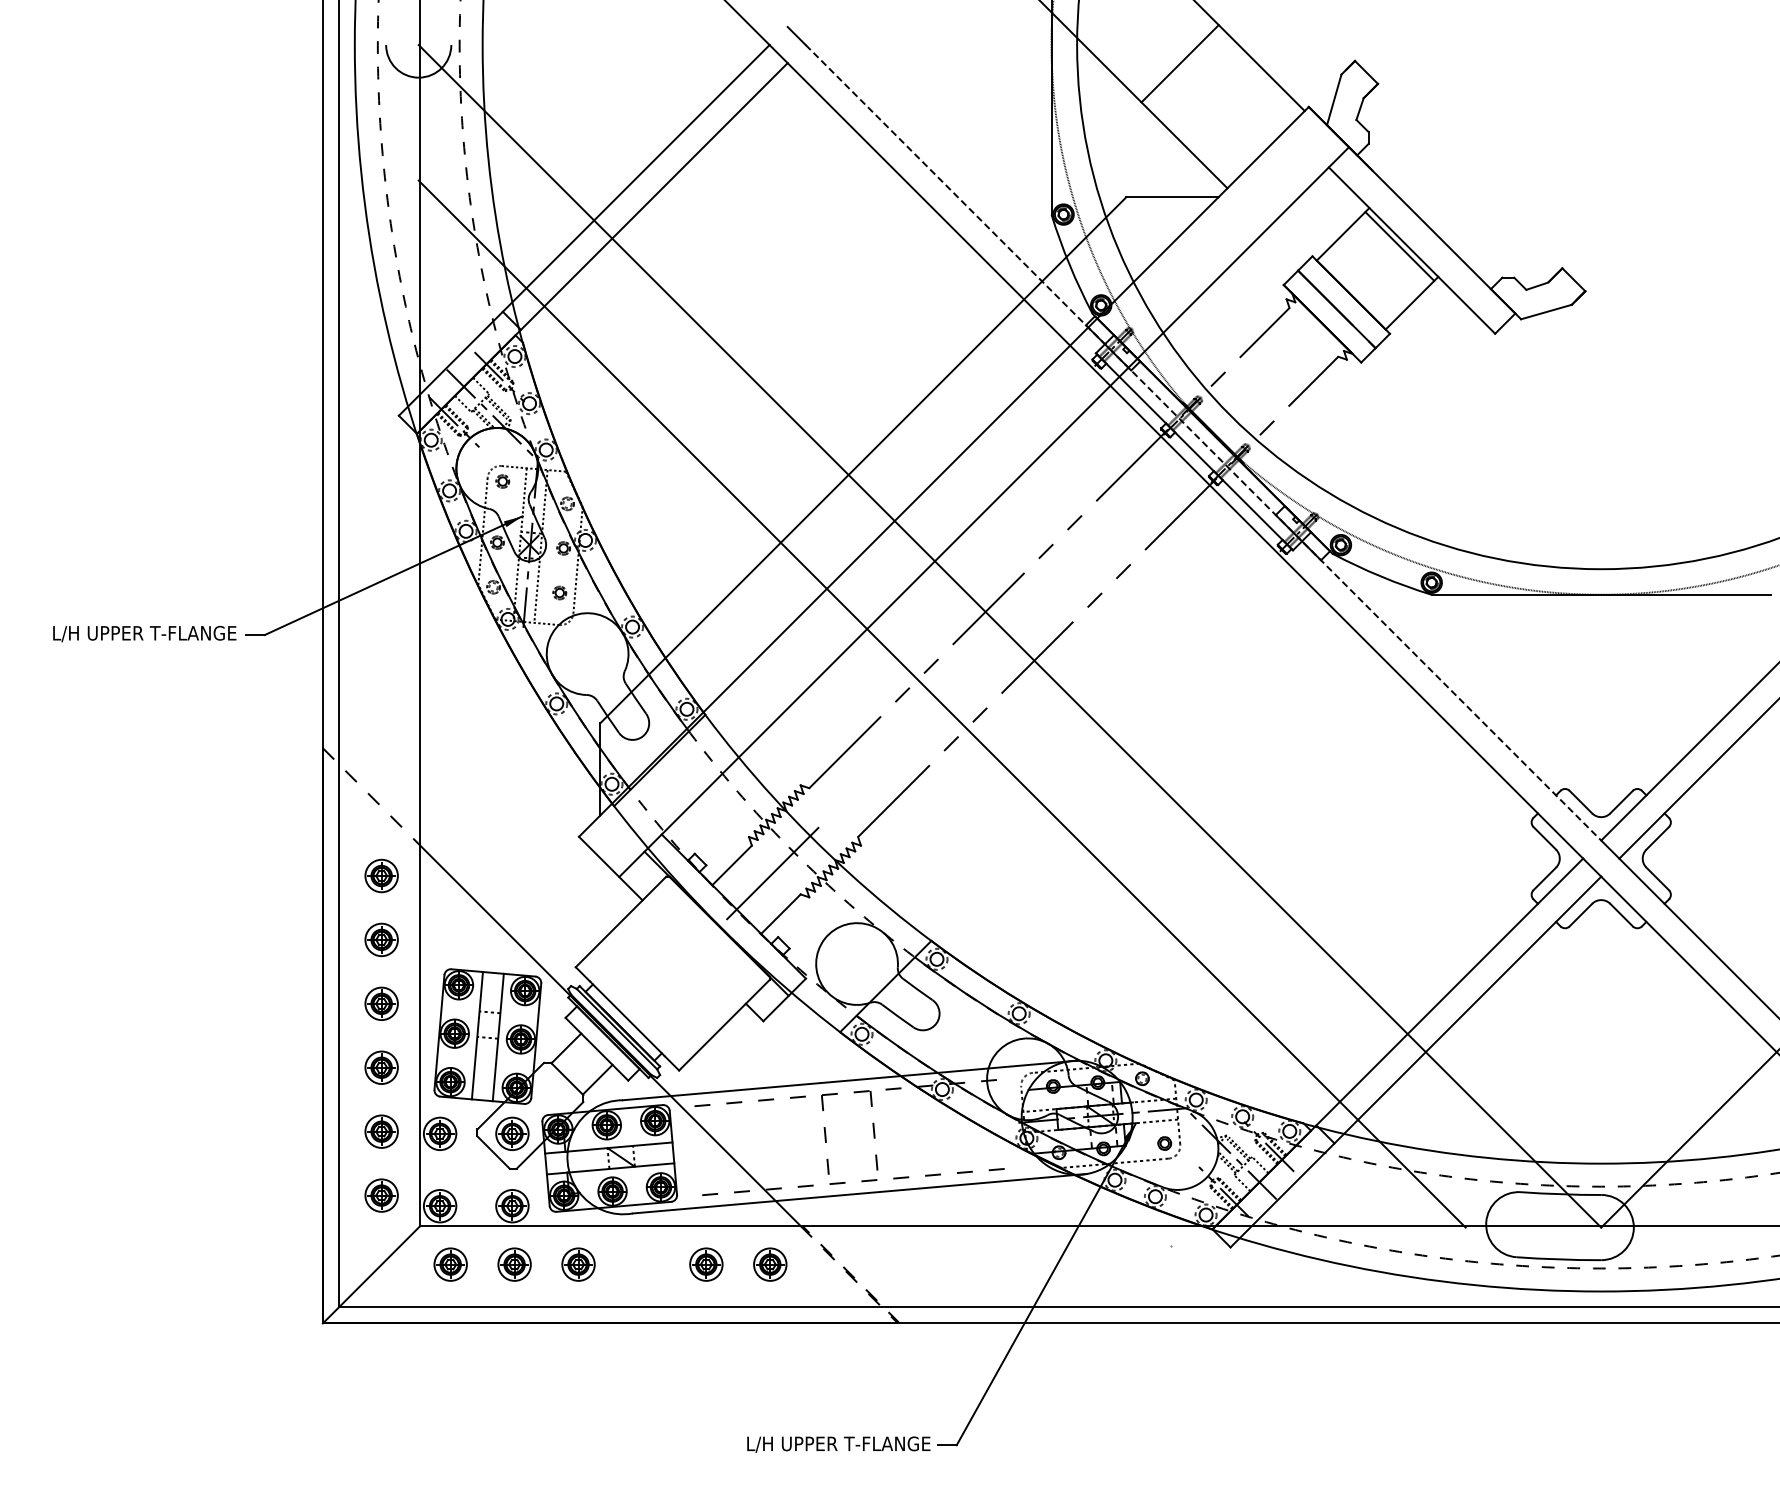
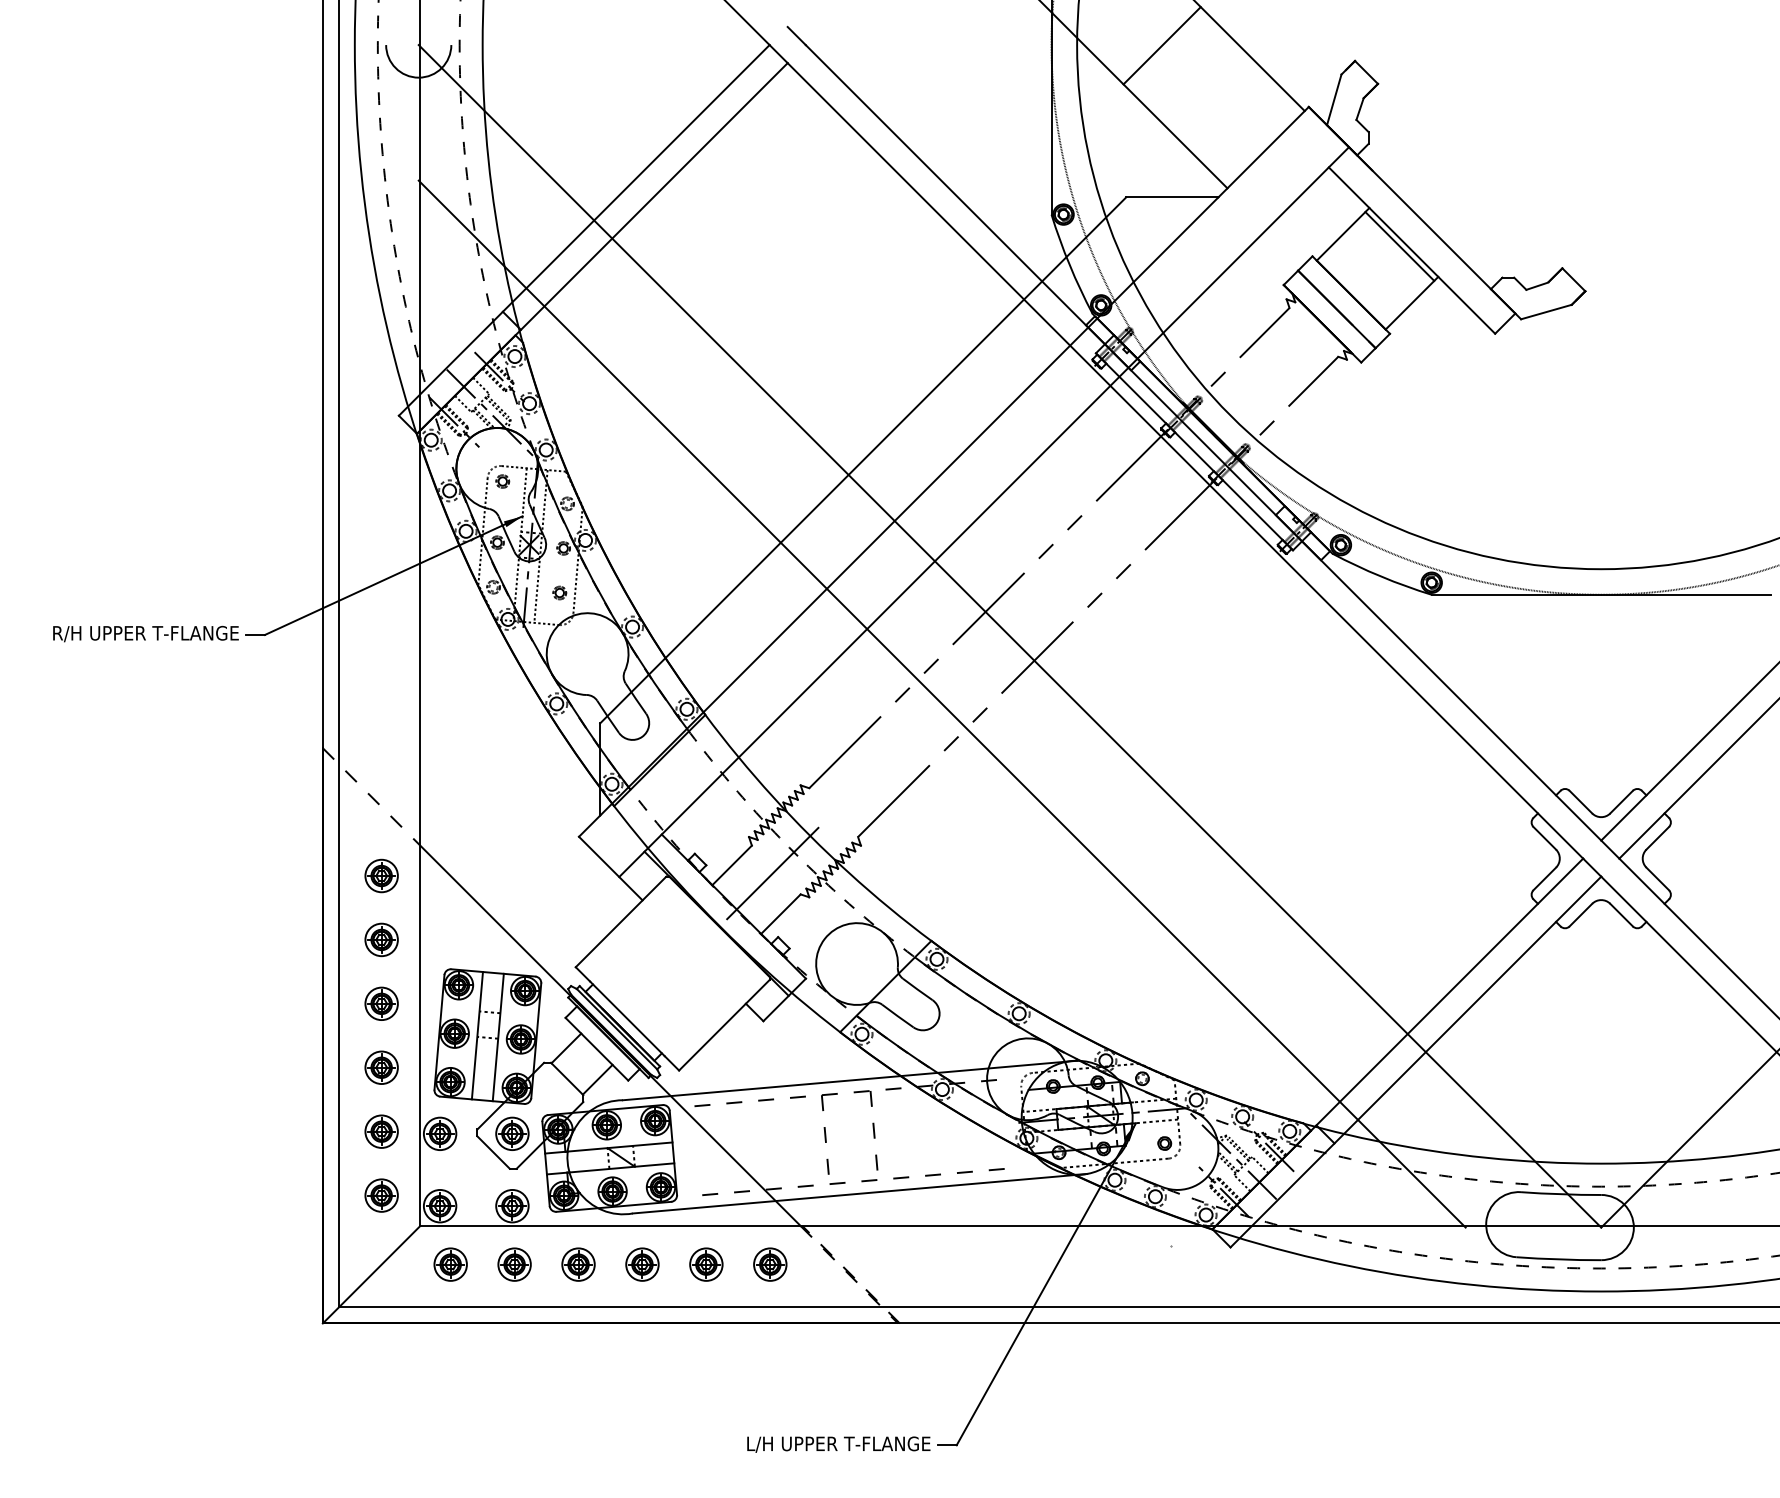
line at (1179, 63) position: (1179, 63) -> (1161, 45)
line at (1203, 443): dashed -> solid
text at (146, 633): L/H UPPER T-FLANGE -> R/H UPPER T-FLANGE
part at (642, 1264): none -> present
